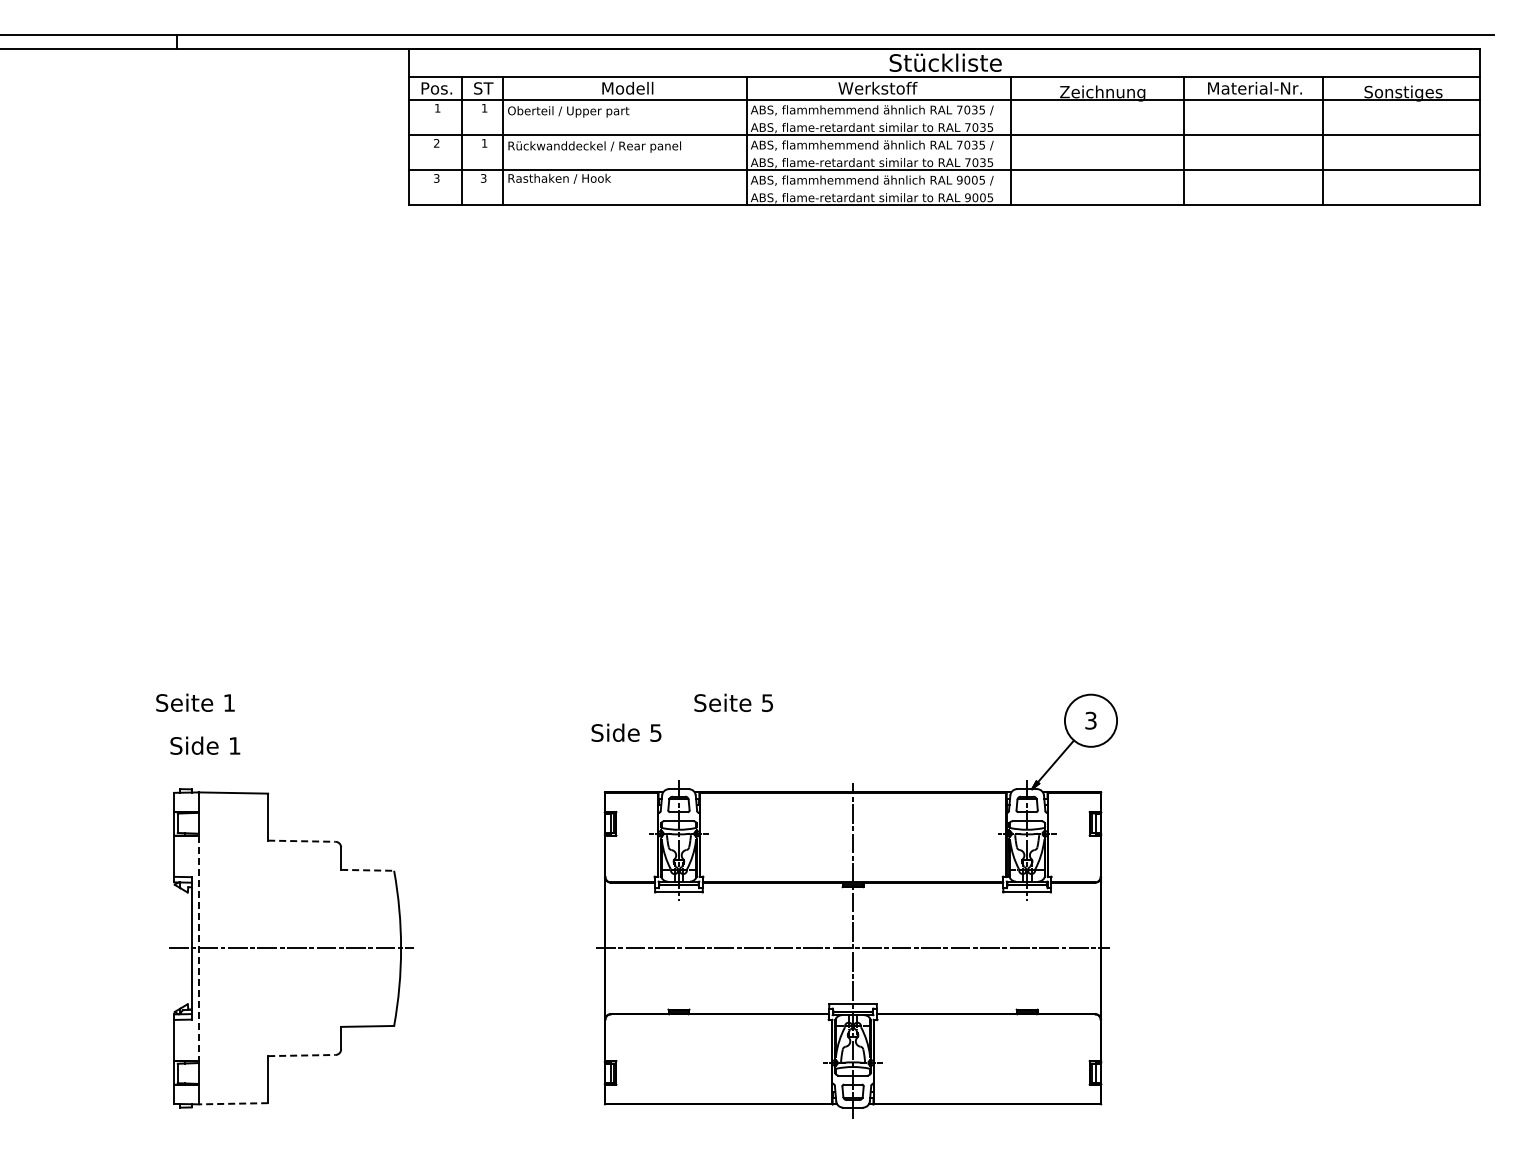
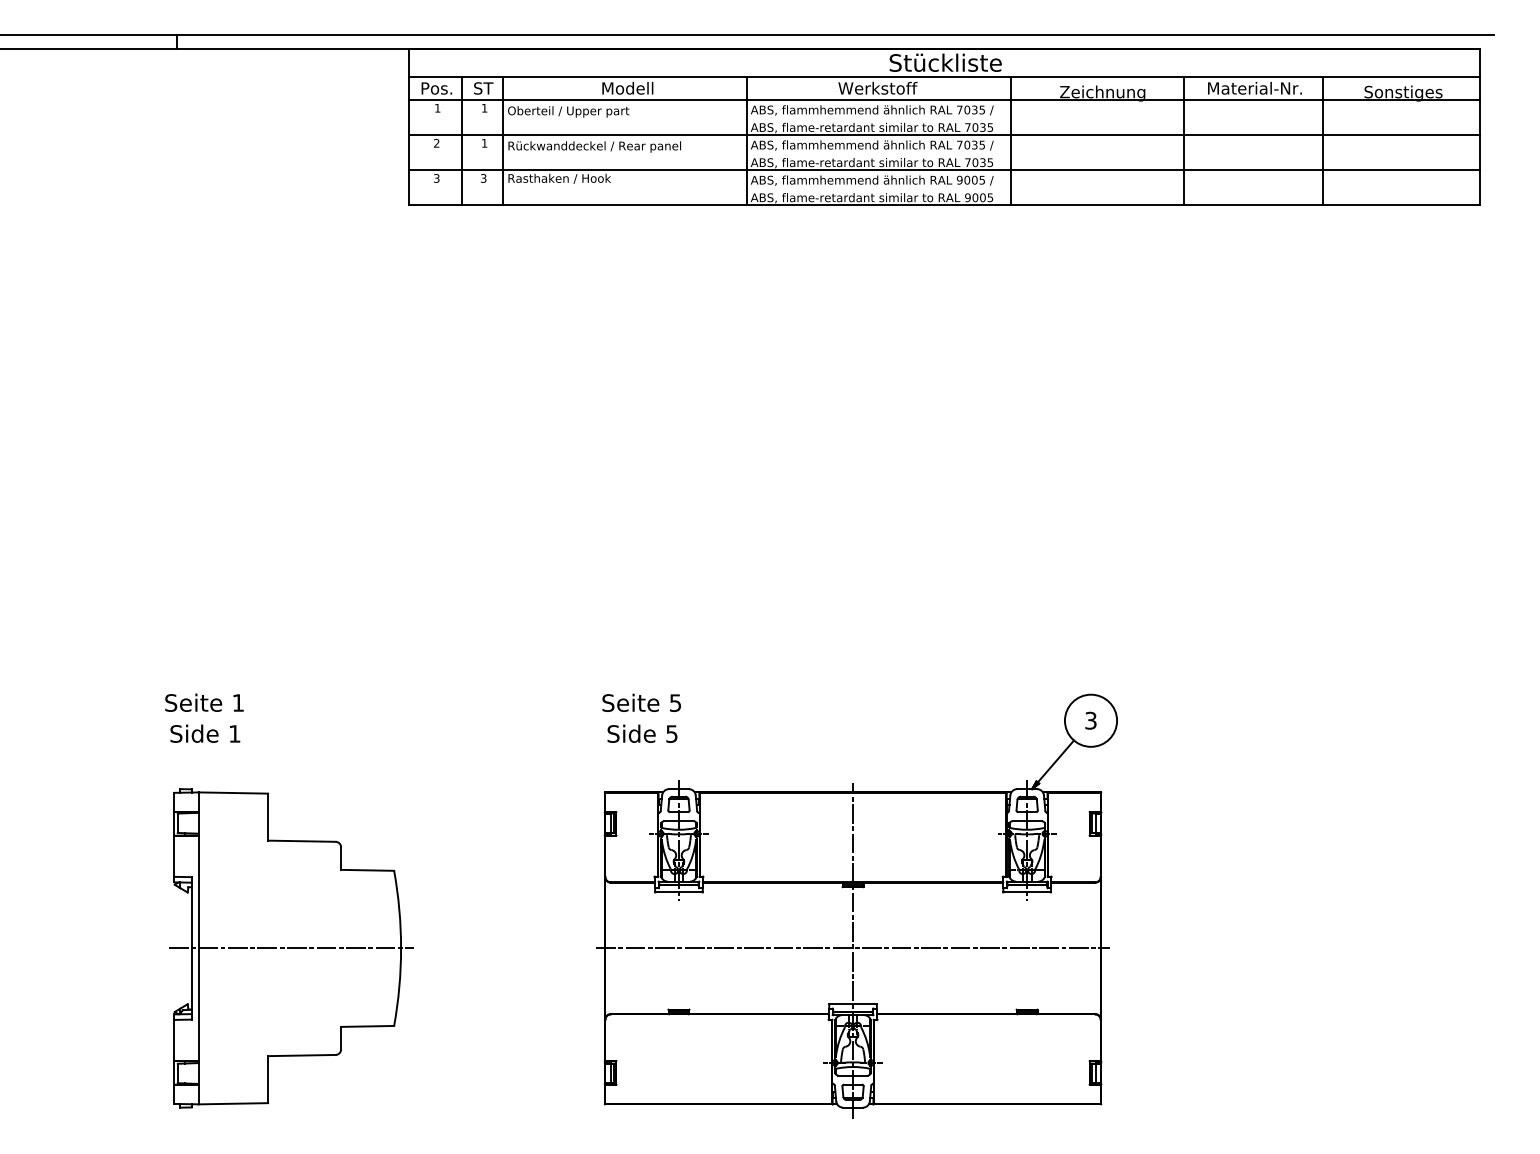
text at (195, 702) position: (195, 702) -> (204, 702)
text at (733, 702) position: (733, 702) -> (641, 702)
text at (626, 732) position: (626, 732) -> (642, 733)
text at (205, 745) position: (205, 745) -> (205, 733)
line at (301, 841): dashed -> solid
line at (367, 870): dashed -> solid
line at (198, 948): dashed -> solid
line at (301, 1055): dashed -> solid
line at (233, 1103): dashed -> solid
